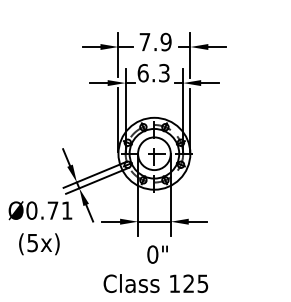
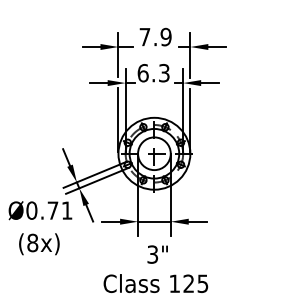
text at (155, 41) position: (155, 41) -> (155, 36)
text at (32, 242): (5x) -> (8x)
text at (152, 254): 0" -> 3"
